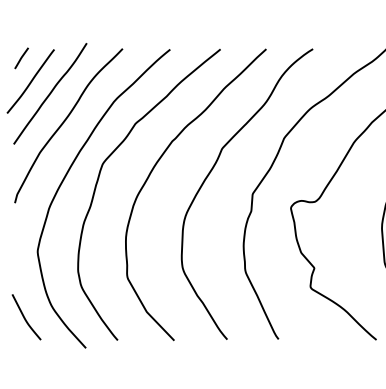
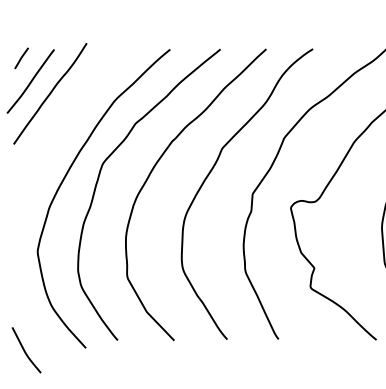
curve at (65, 121): present -> none
curve at (25, 317) position: (25, 317) -> (25, 350)
